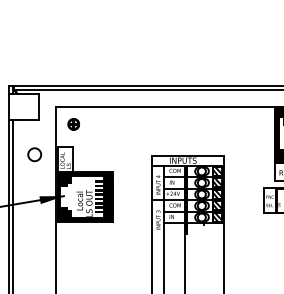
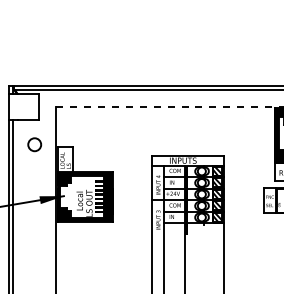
line at (170, 107): solid -> dashed
part at (73, 124): present -> none
circle at (34, 154) position: (34, 154) -> (34, 144)
